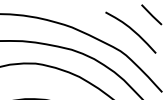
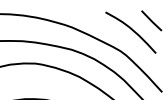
line at (151, 14) position: (151, 14) -> (151, 20)
